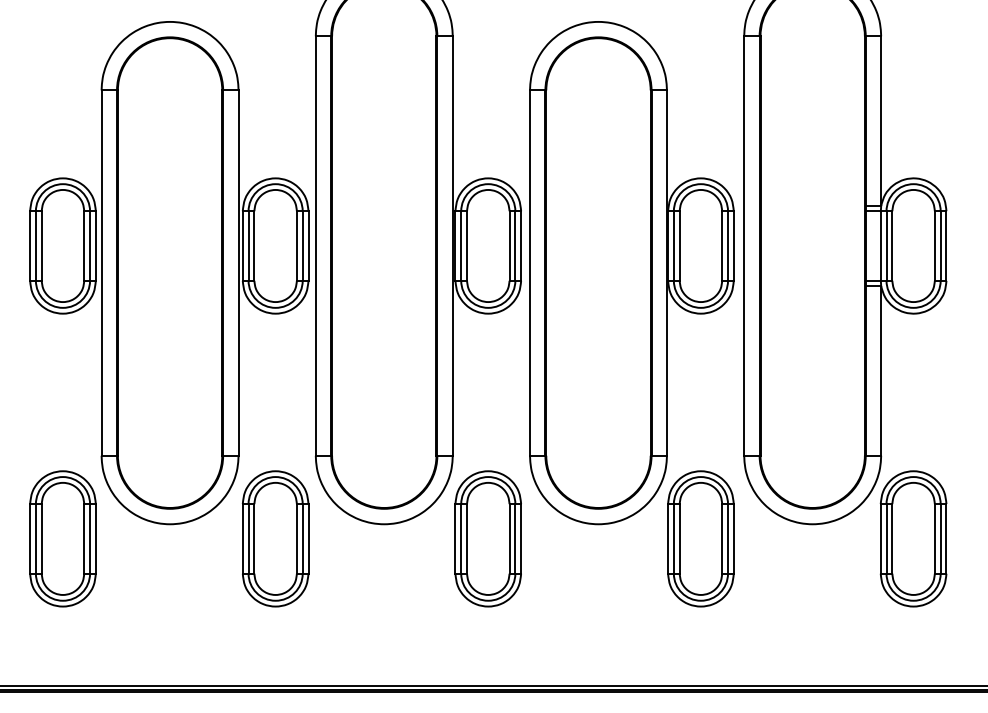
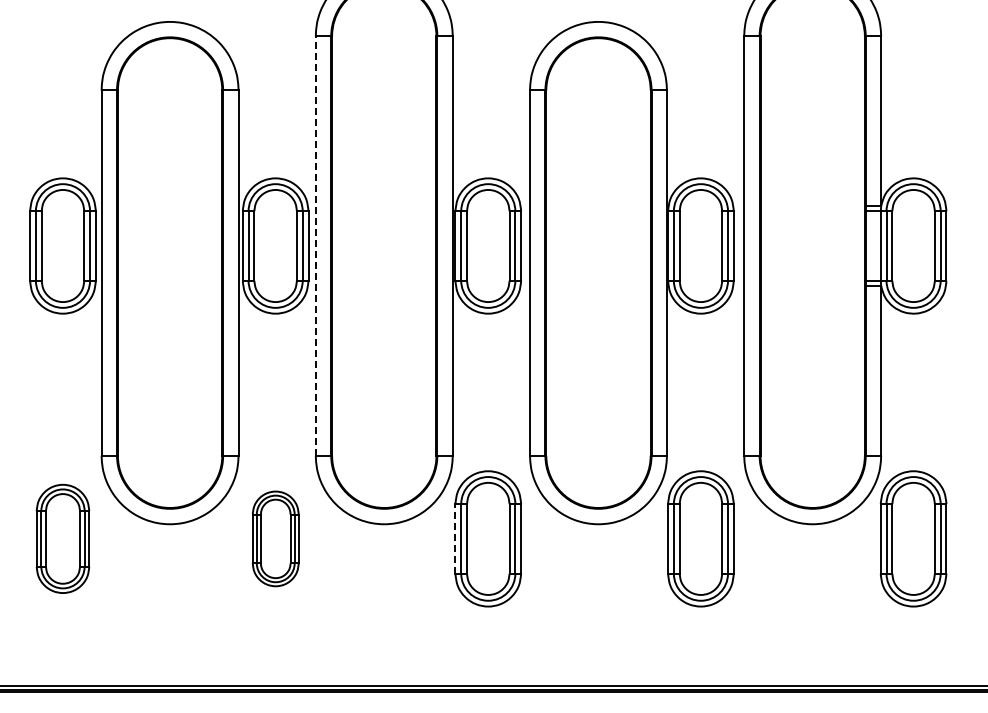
line at (315, 246): solid -> dashed
part at (62, 538) size: 68x138 px -> 56x111 px
part at (275, 538) size: 68x138 px -> 48x98 px
line at (455, 538): solid -> dashed
